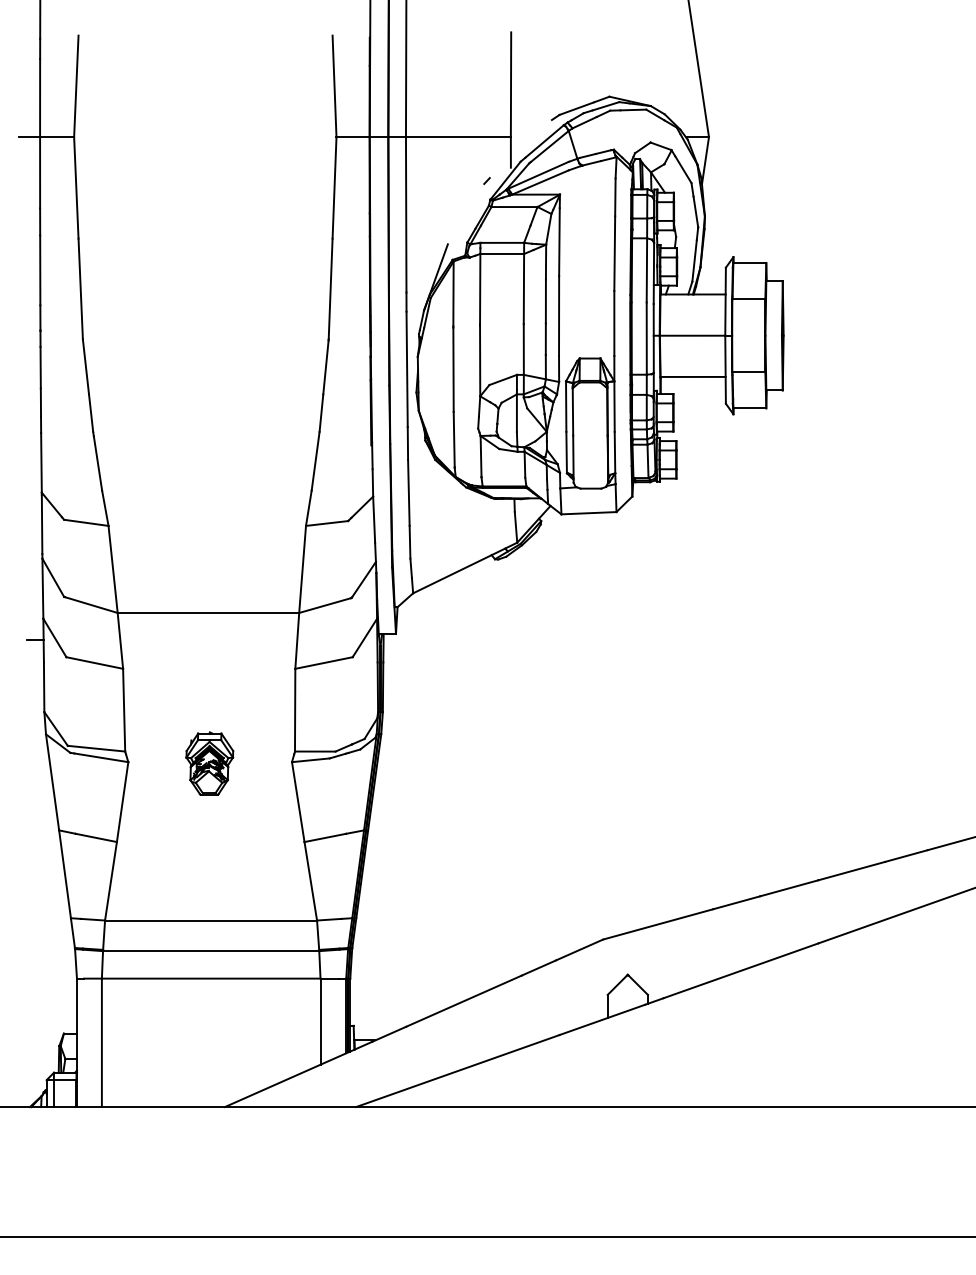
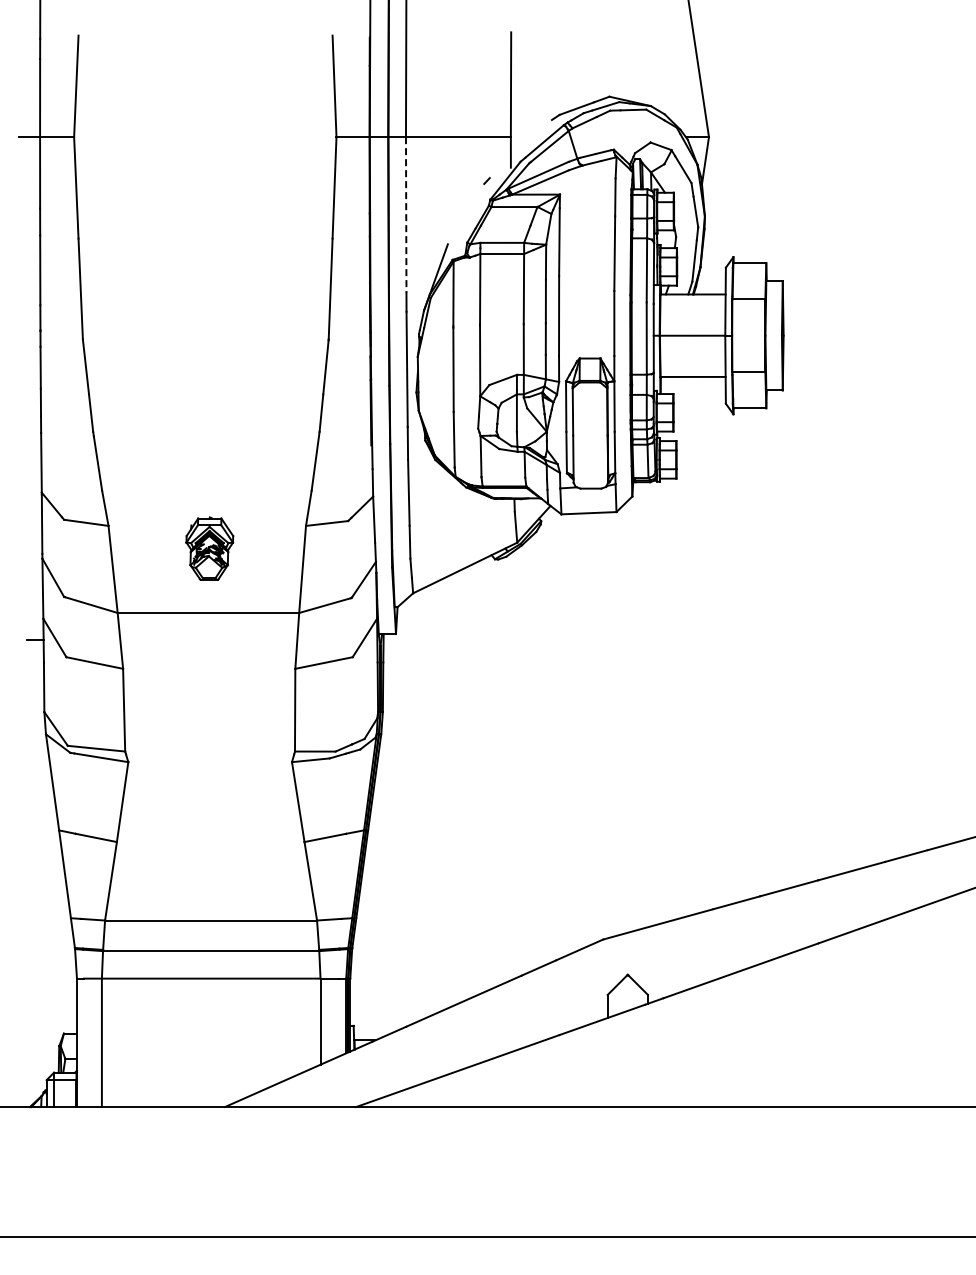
line at (406, 214): solid -> dashed
part at (209, 763) position: (209, 763) -> (209, 548)
